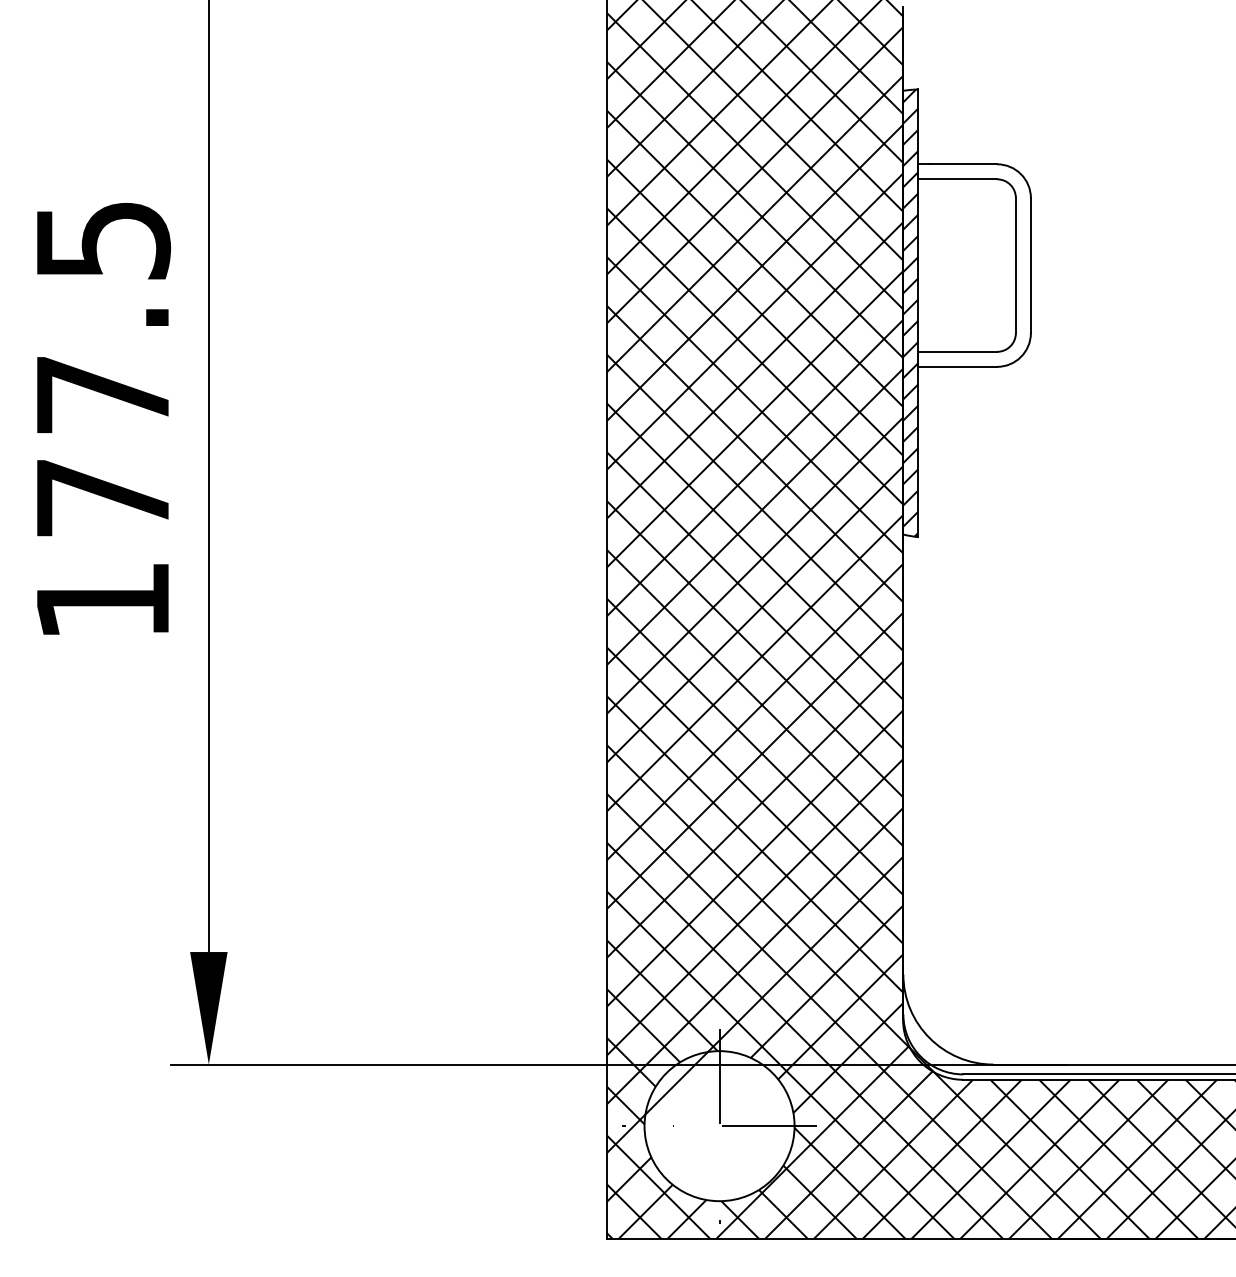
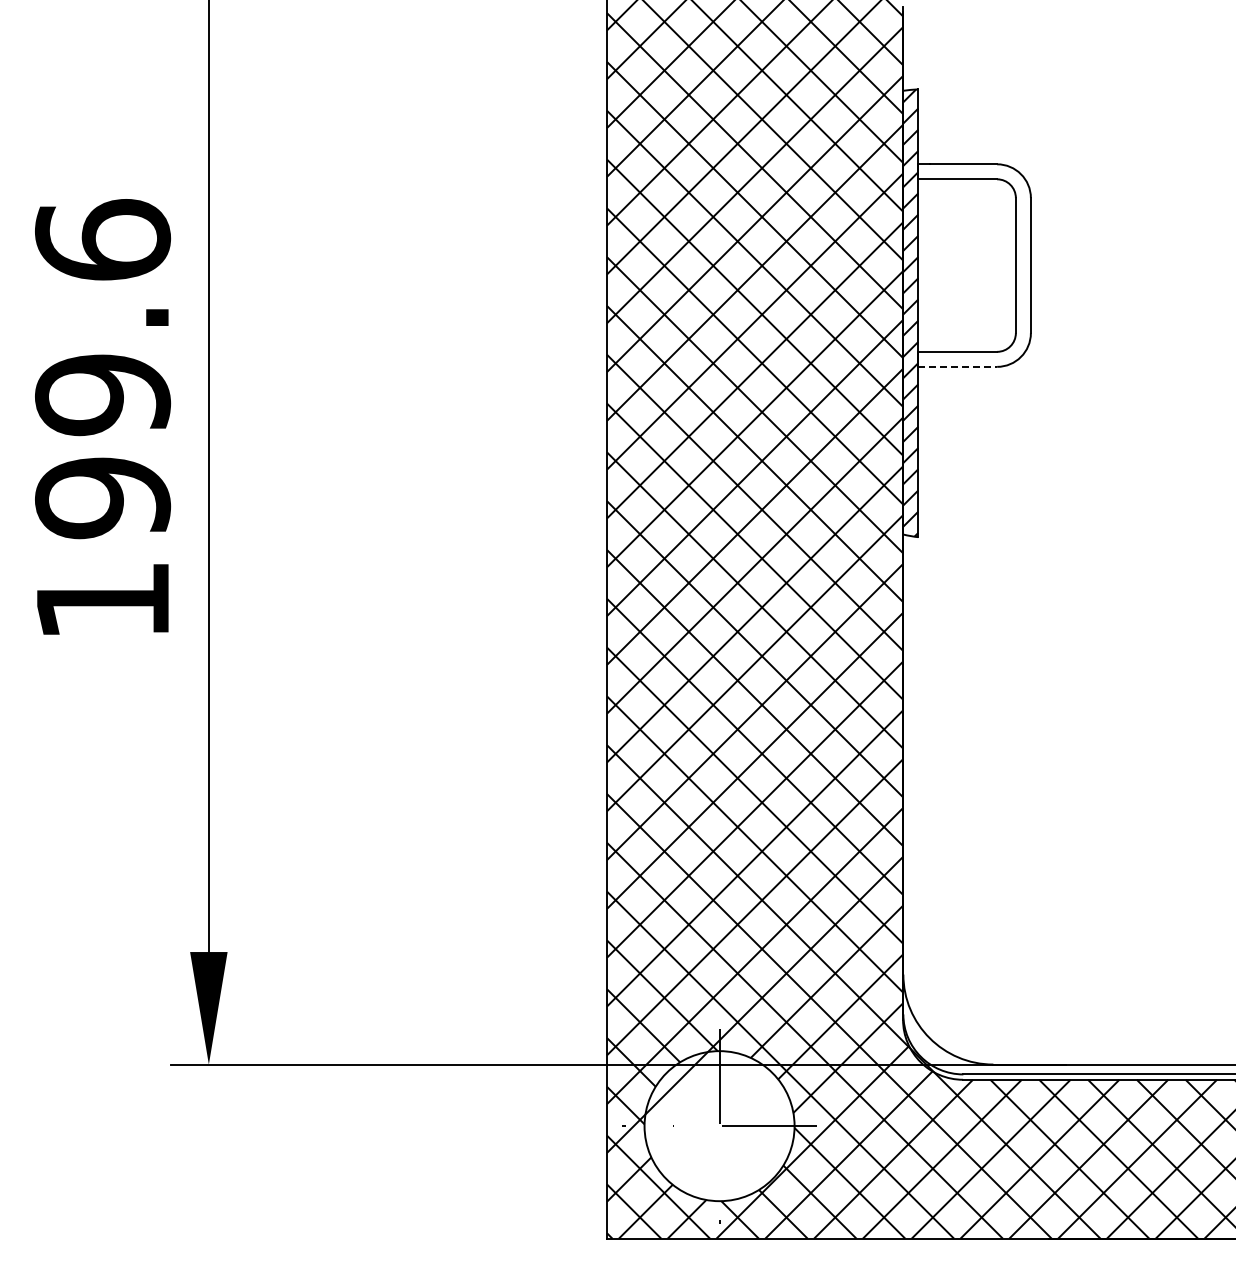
line at (958, 366): solid -> dashed
text at (103, 369): 177.5 -> 199.6
